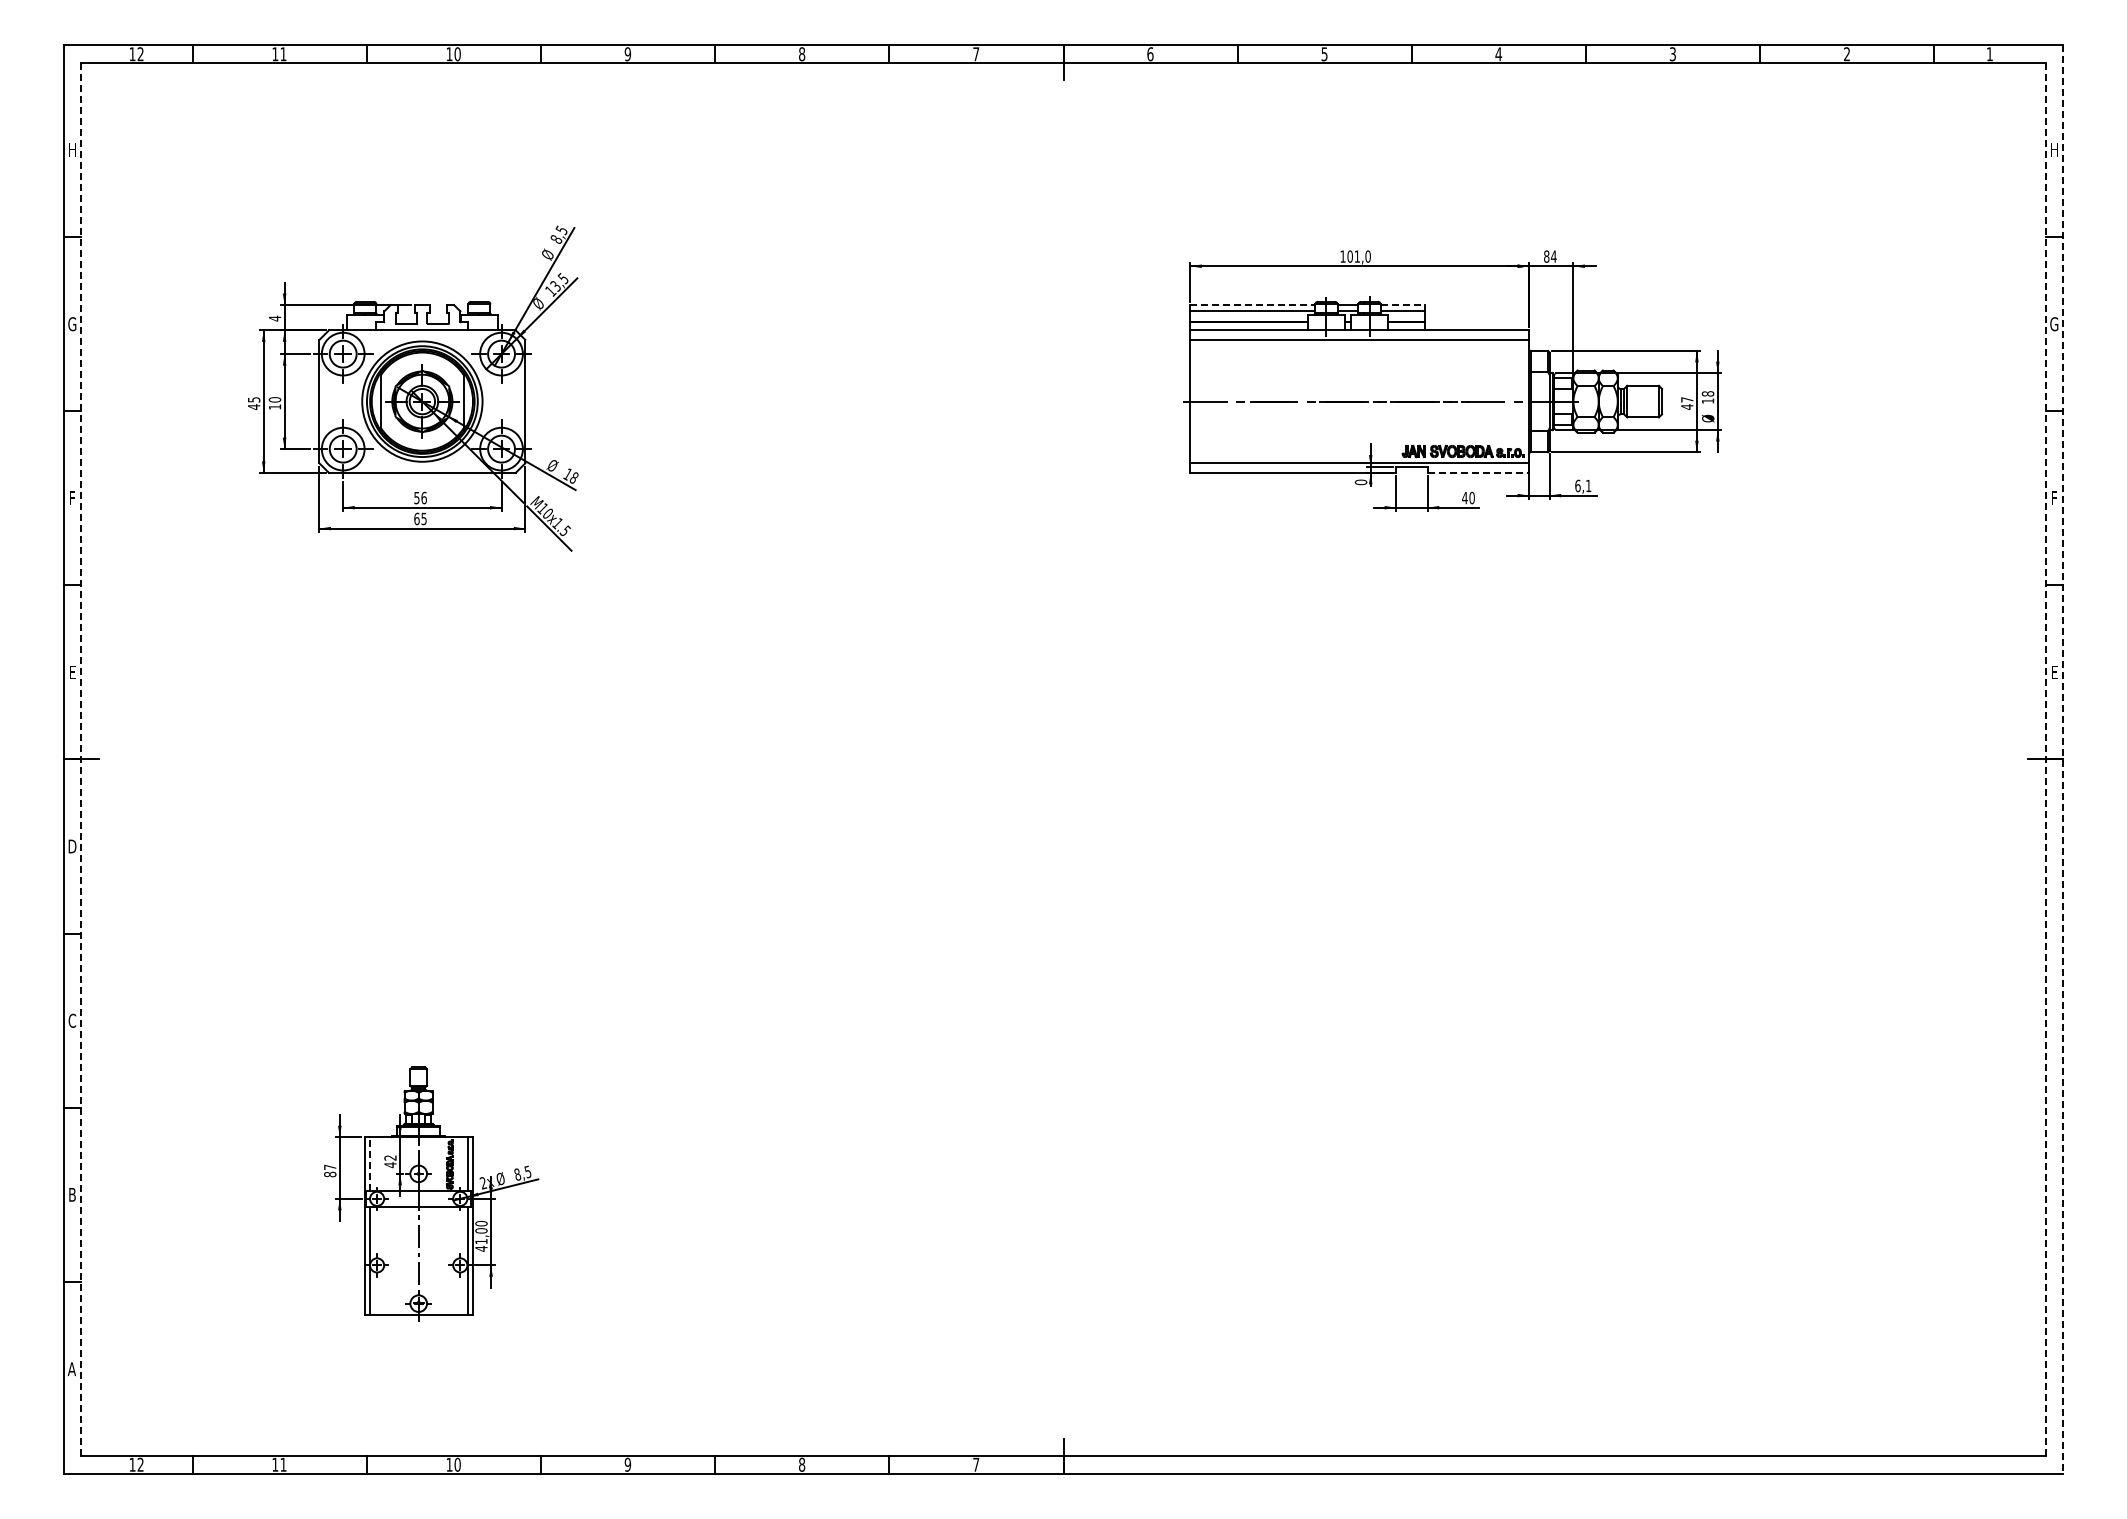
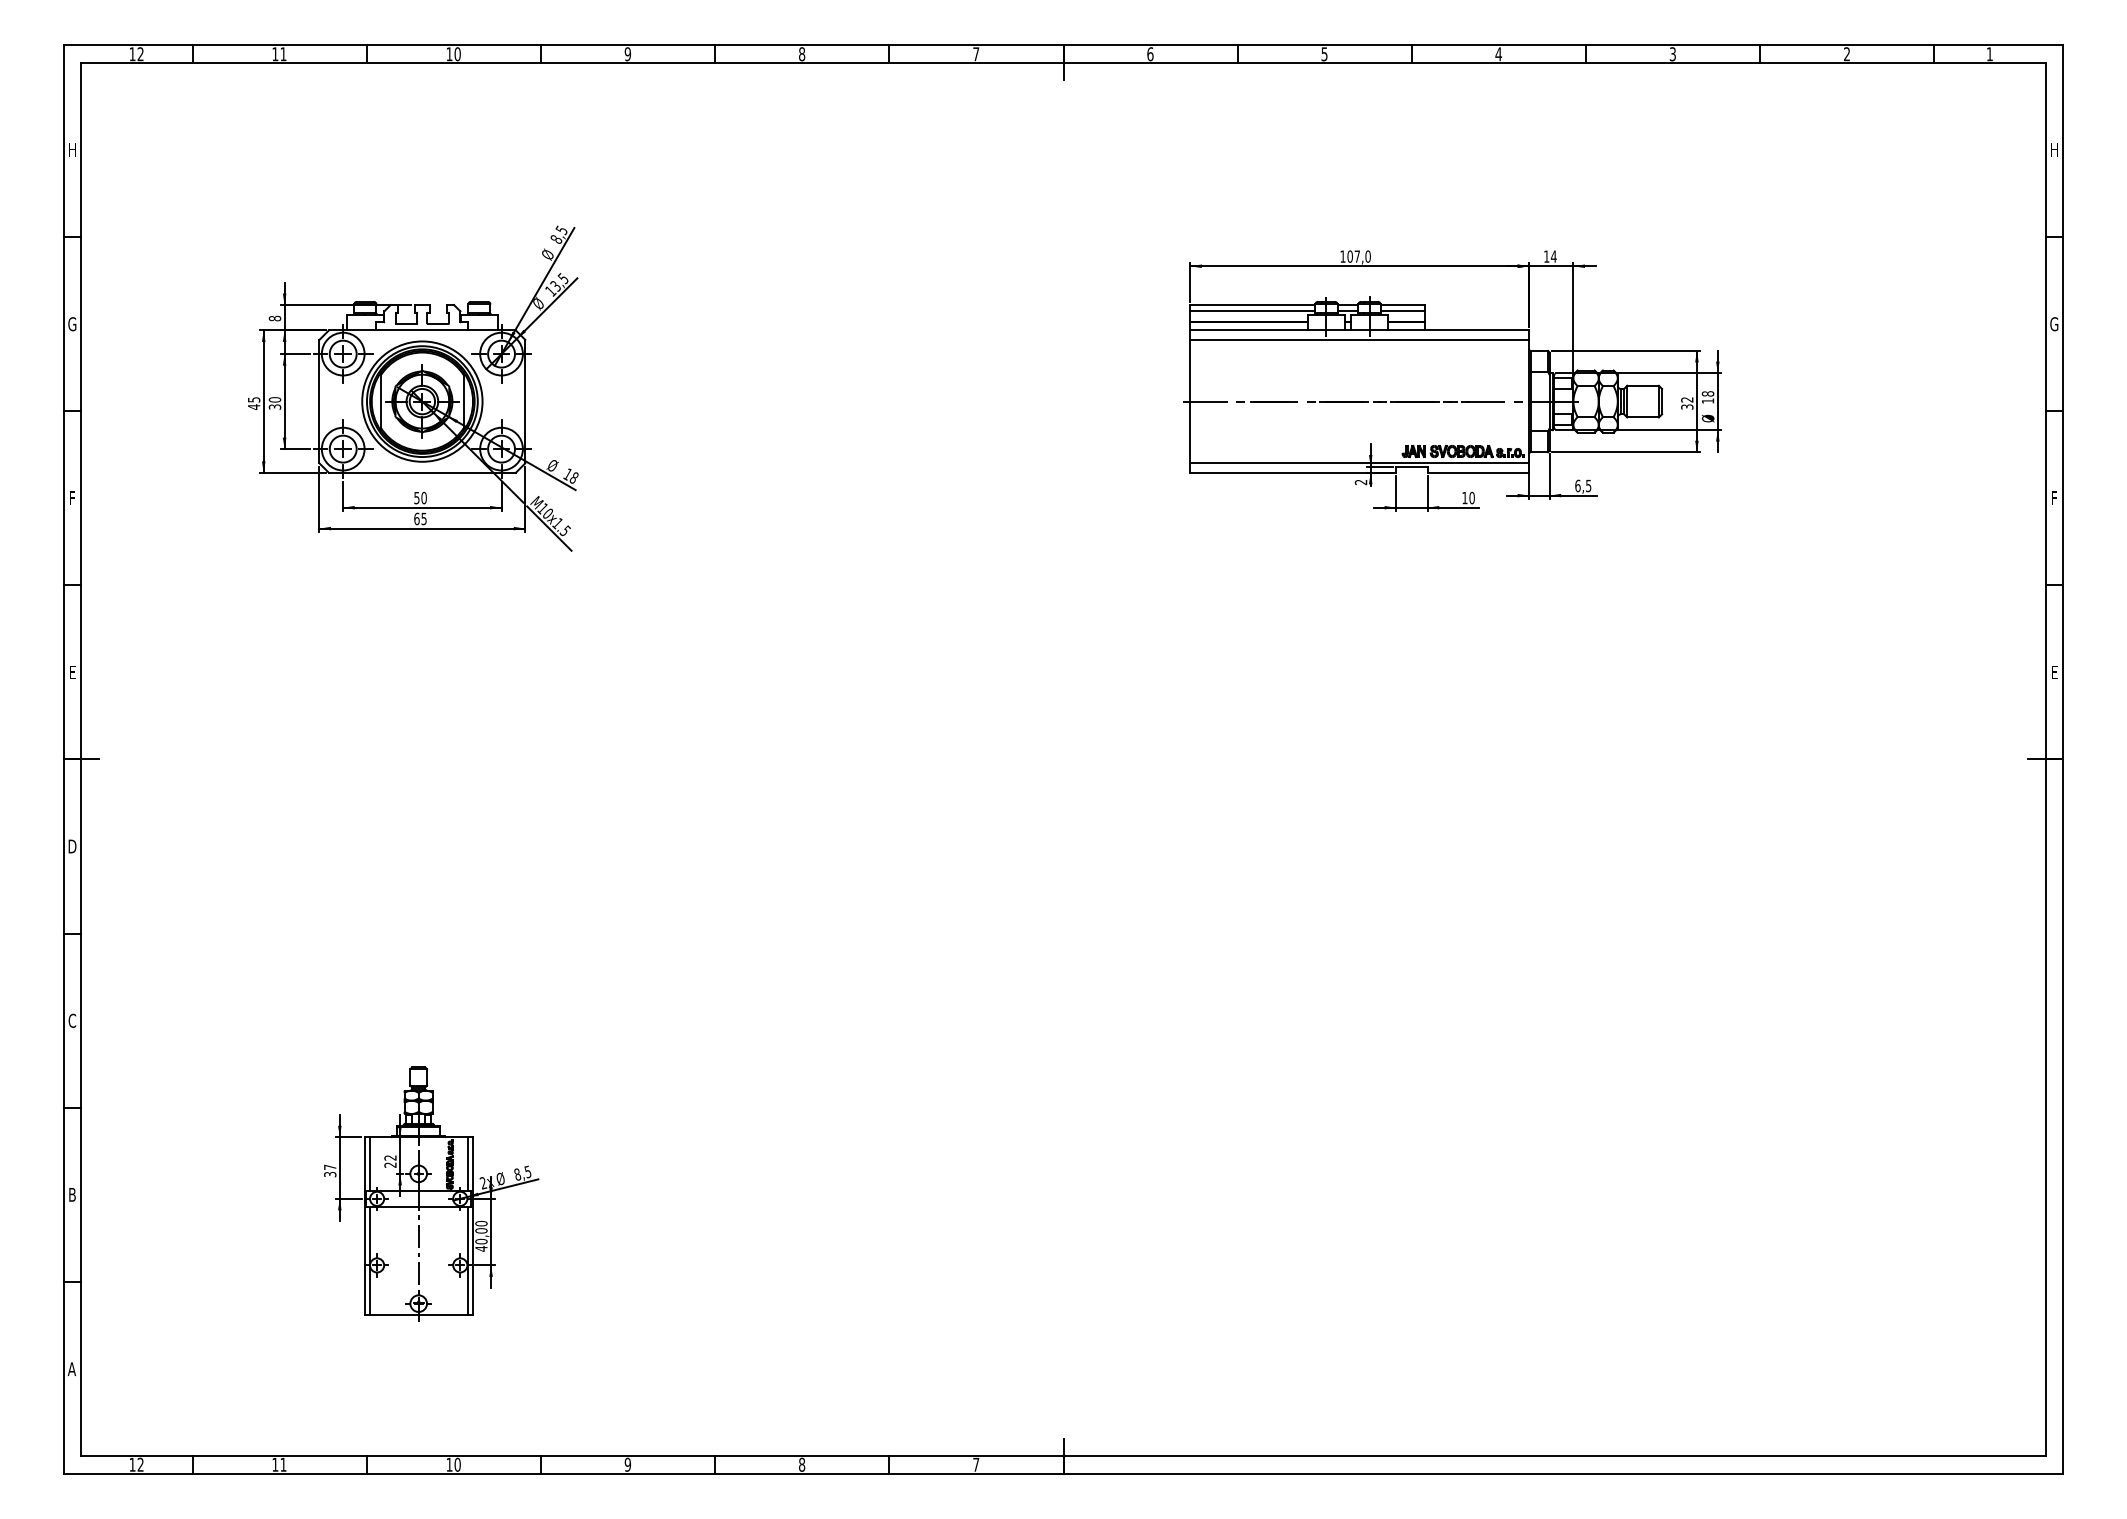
text at (1356, 256): 101,0 -> 107,0
text at (1546, 256): 84 -> 14
line at (1252, 305): dashed -> solid
line at (1403, 305): dashed -> solid
text at (274, 318): 4 -> 8
text at (1687, 403): 47 -> 32
text at (274, 406): 10 -> 30
line at (1478, 472): dashed -> solid
text at (1361, 482): 0 -> 2
text at (1588, 485): 6,1 -> 6,5
text at (423, 497): 56 -> 50
text at (1464, 498): 40 -> 10
line at (81, 759): dashed -> solid
line at (2045, 759): dashed -> solid
line at (2063, 759): dashed -> solid
line at (369, 1163): dashed -> solid
text at (390, 1165): 42 -> 22
text at (330, 1174): 87 -> 37
text at (481, 1241): 41,00 -> 40,00
